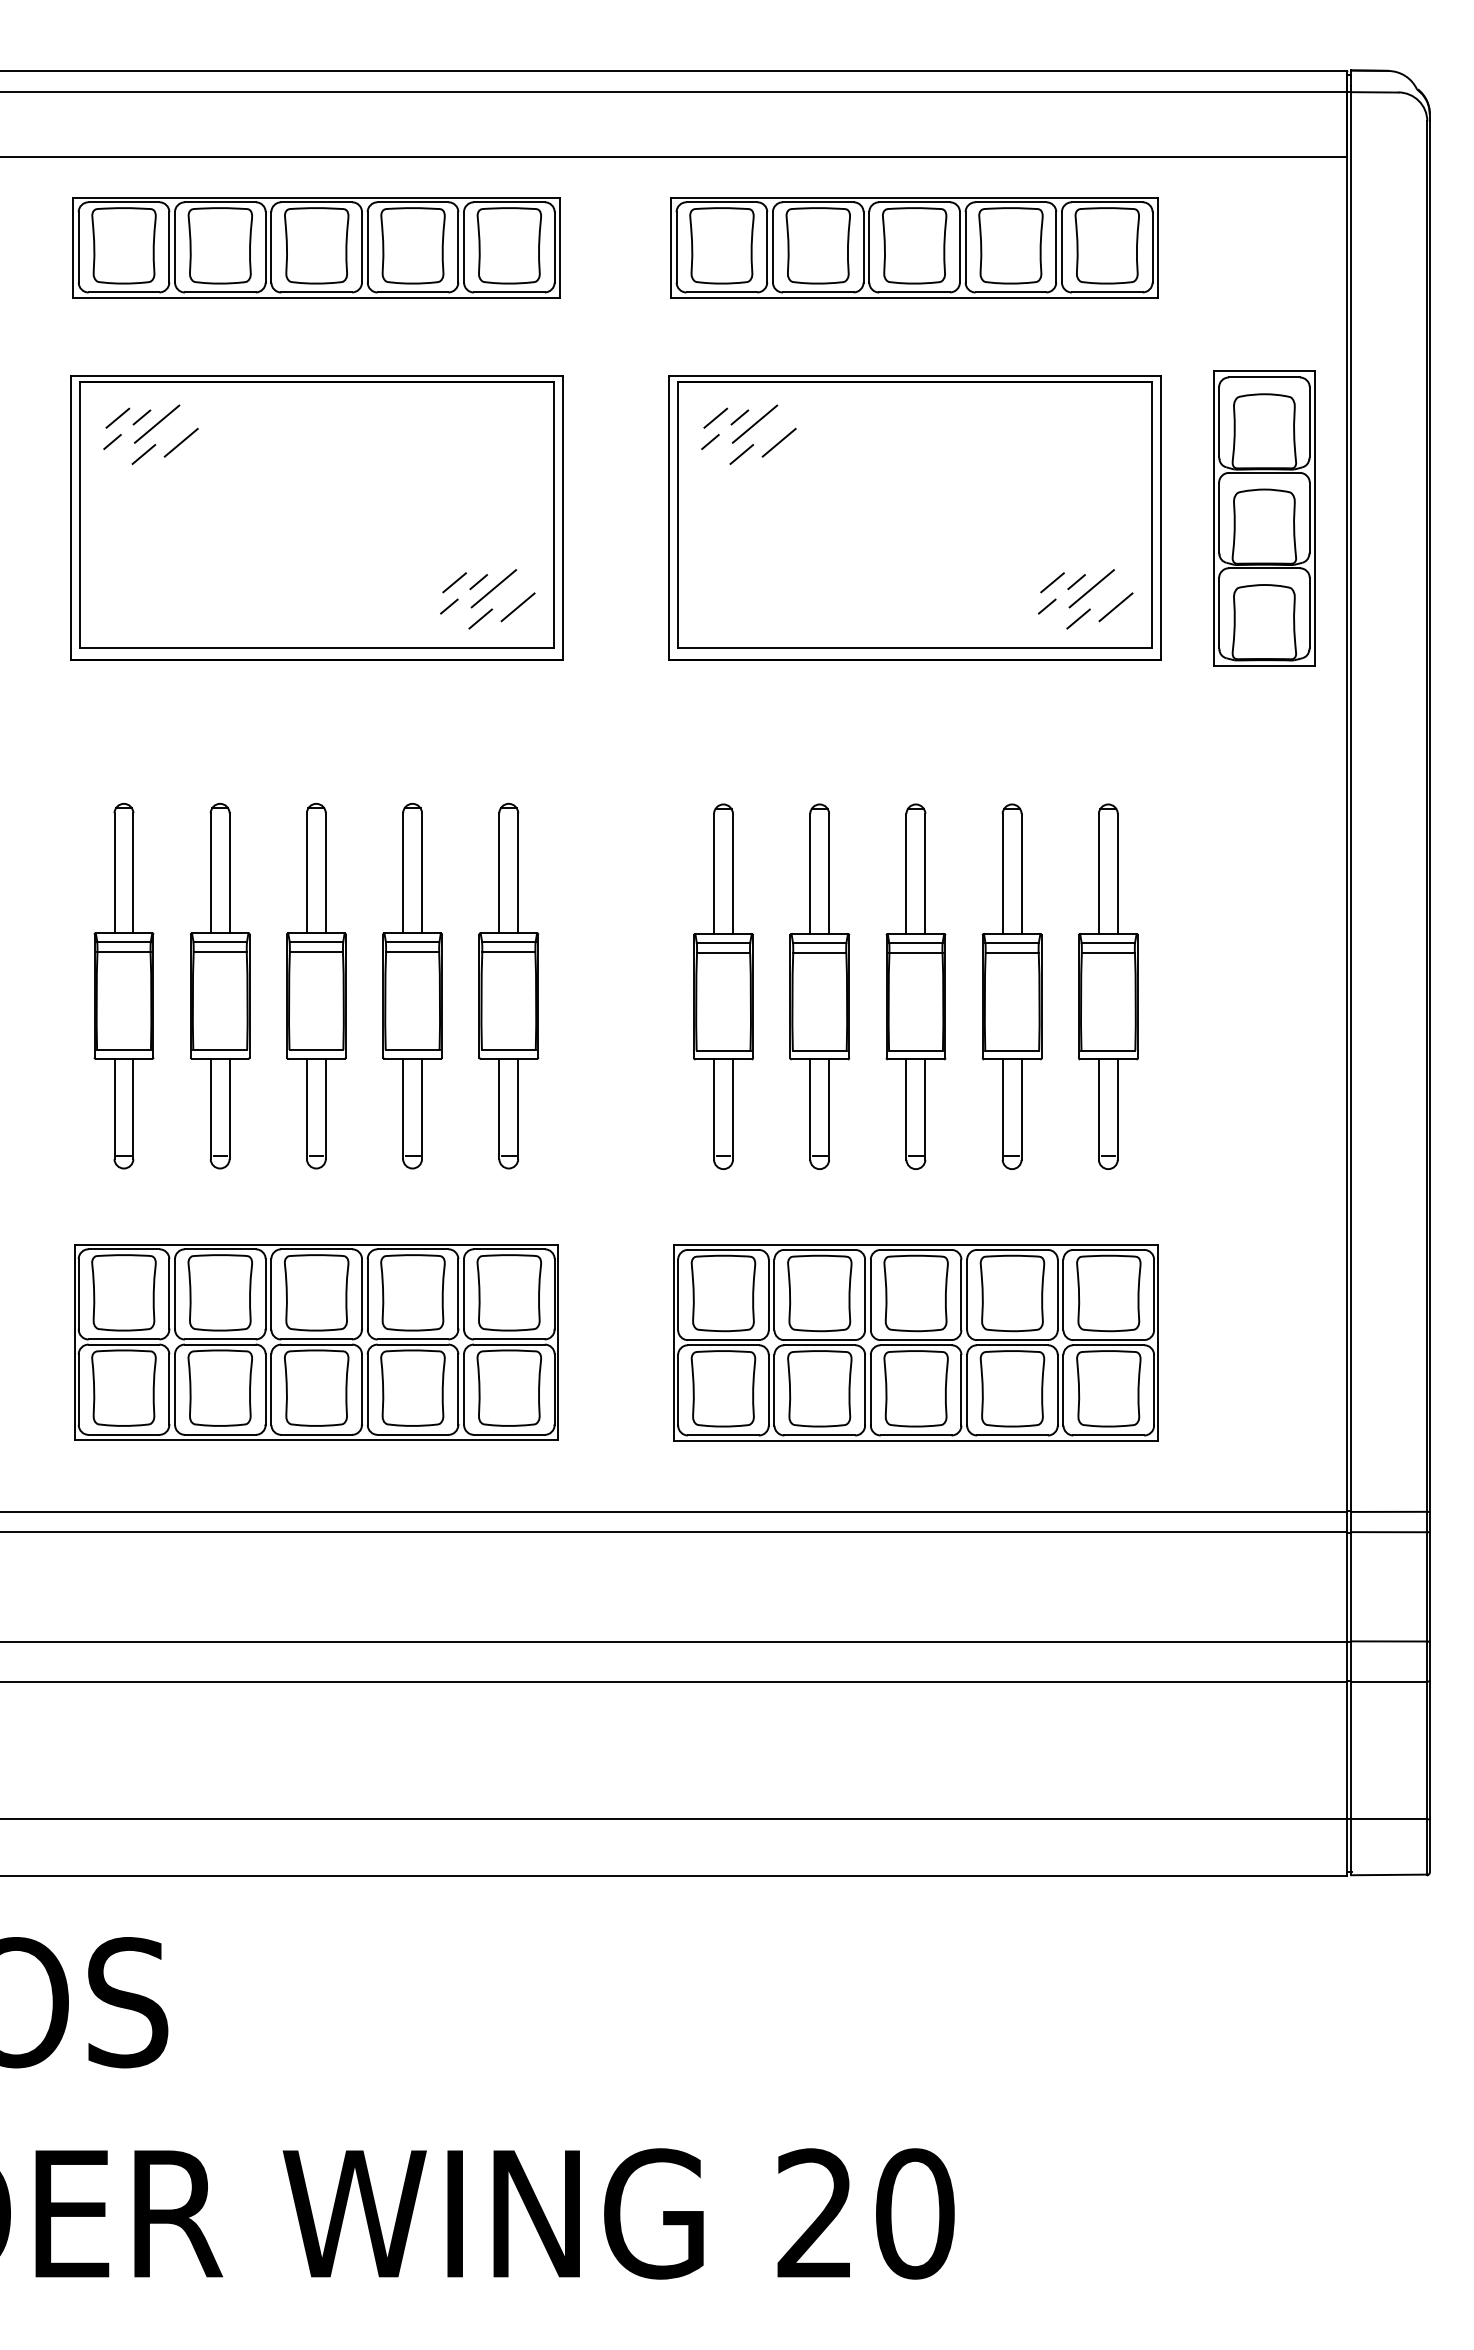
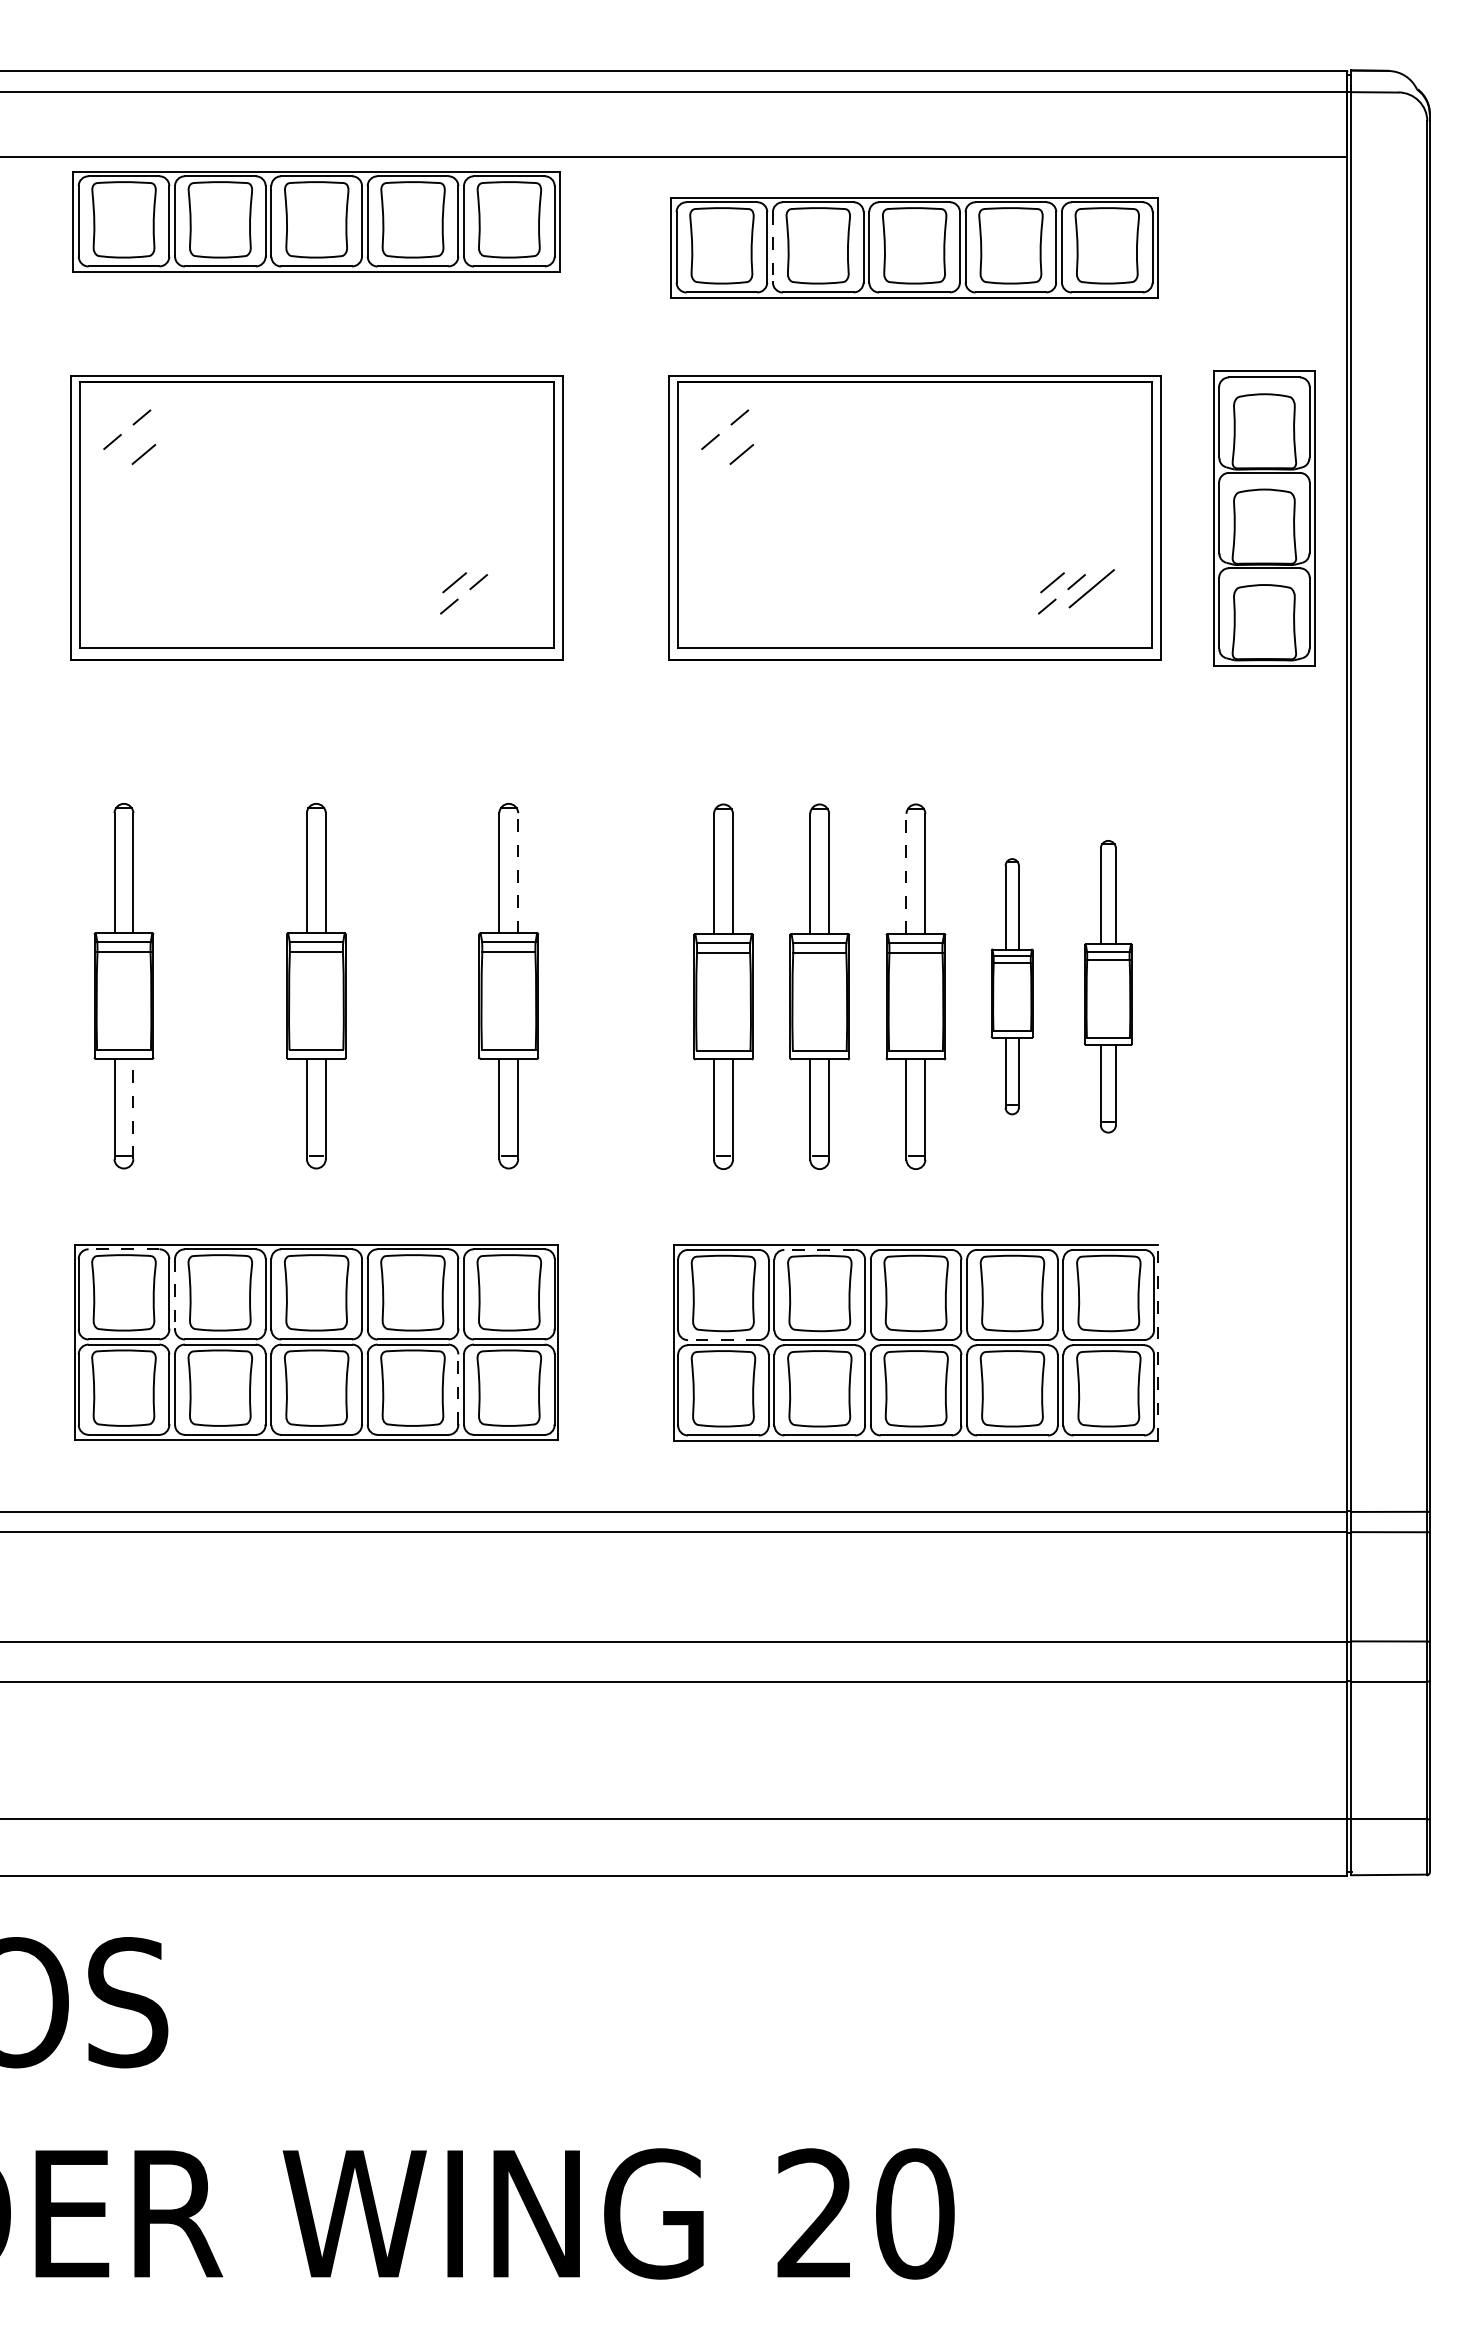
part at (316, 247) position: (316, 247) -> (316, 221)
line at (772, 247): solid -> dashed
line at (117, 417): present -> none
line at (715, 417): present -> none
line at (156, 423): present -> none
line at (754, 423): present -> none
line at (180, 442): present -> none
line at (778, 442): present -> none
line at (493, 588): present -> none
line at (517, 607): present -> none
line at (1115, 607): present -> none
line at (480, 618): present -> none
line at (1078, 618): present -> none
line at (518, 872): solid -> dashed
line at (906, 873): solid -> dashed
part at (220, 986): present -> none
part at (412, 986): present -> none
part at (1012, 986) size: 61x367 px -> 44x258 px
part at (1108, 986) size: 61x367 px -> 49x294 px
line at (133, 1108): solid -> dashed
line at (123, 1249): solid -> dashed
line at (819, 1249): solid -> dashed
line at (175, 1294): solid -> dashed
line at (722, 1340): solid -> dashed
line at (1158, 1342): solid -> dashed
line at (458, 1389): solid -> dashed
